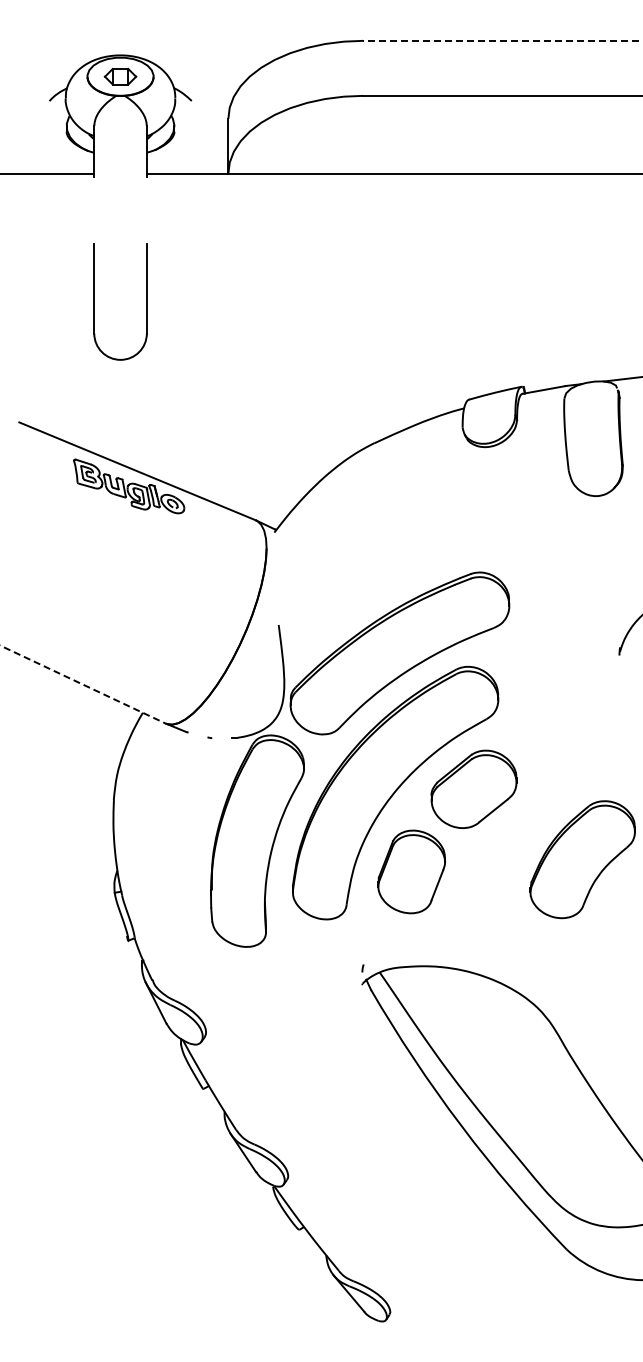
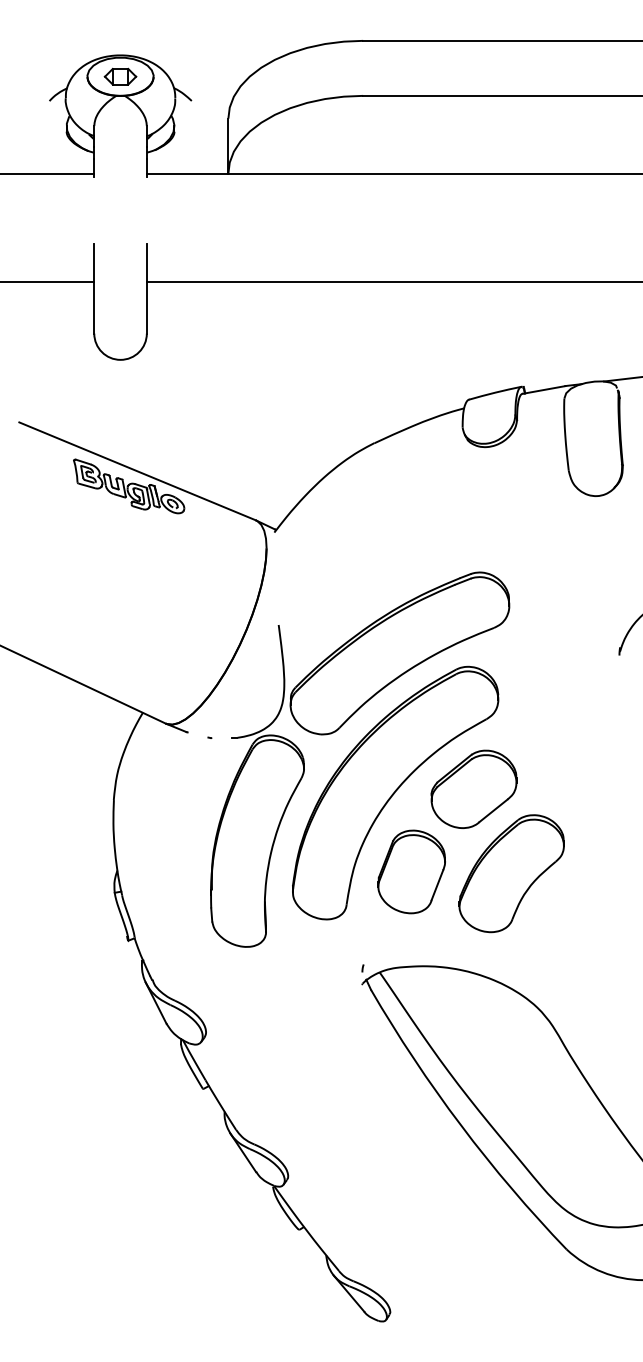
line at (502, 40): dashed -> solid
line at (48, 281): none -> present
line at (392, 281): none -> present
line at (83, 684): dashed -> solid
part at (582, 859) position: (582, 859) -> (511, 873)
